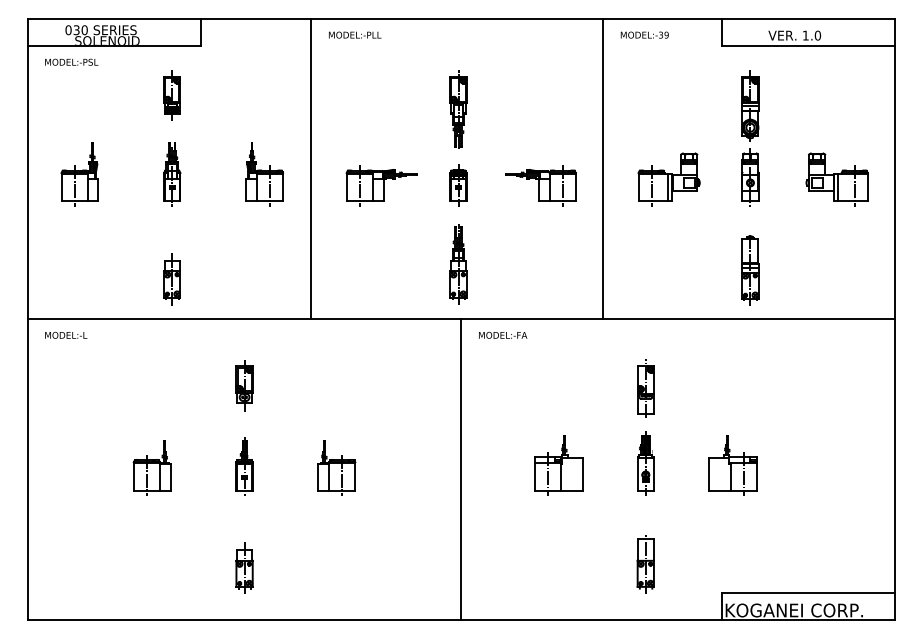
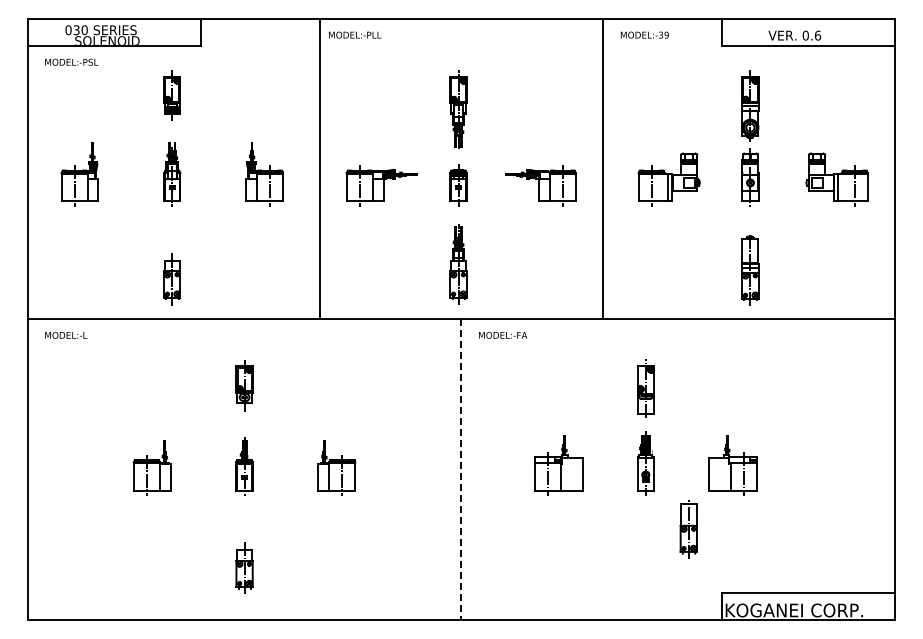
text at (811, 35): 1.0 -> 0.6
line at (311, 169) position: (311, 169) -> (320, 169)
line at (461, 470): solid -> dashed
part at (645, 564) position: (645, 564) -> (688, 529)
